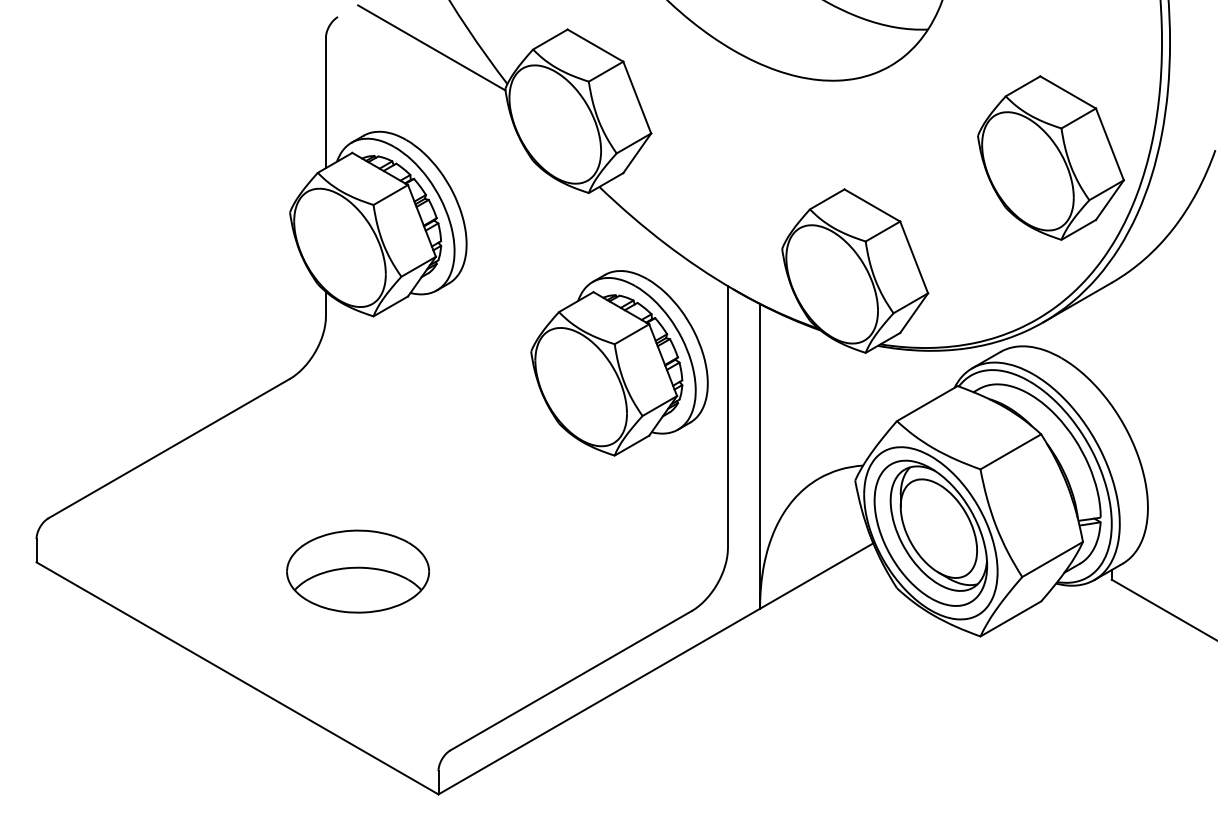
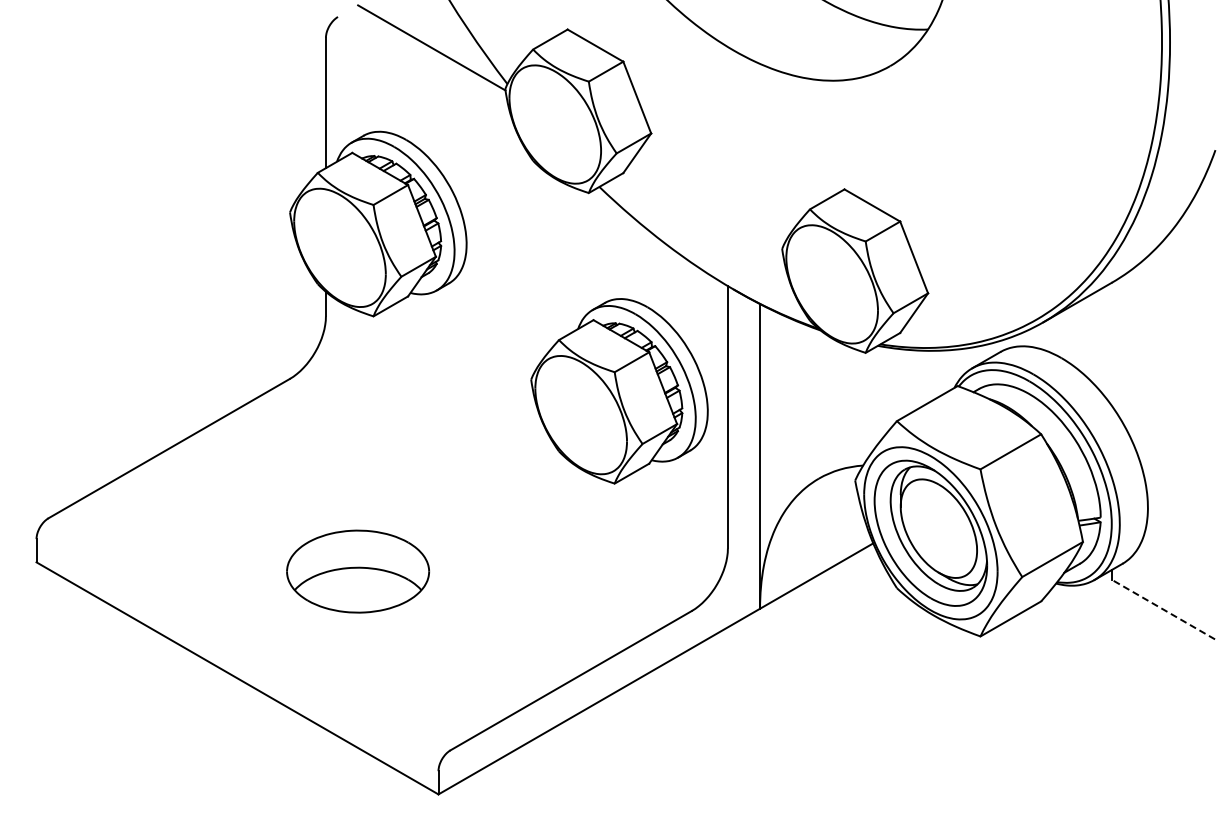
part at (1050, 157): present -> none
part at (619, 363) position: (619, 363) -> (619, 391)
line at (1164, 610): solid -> dashed
